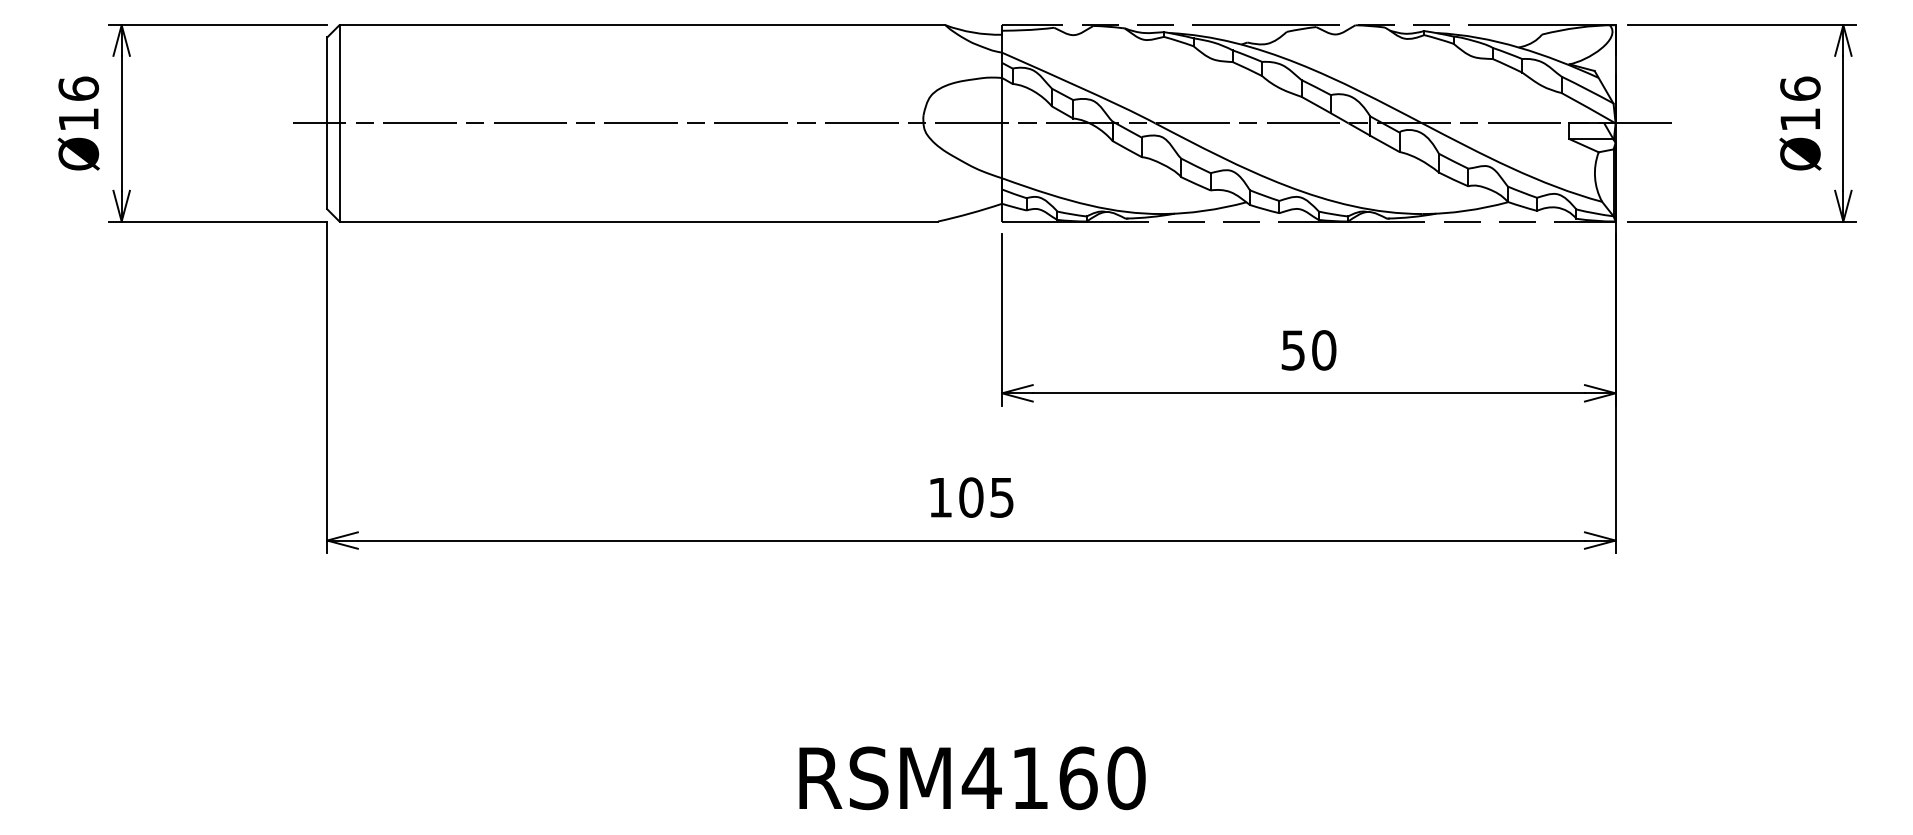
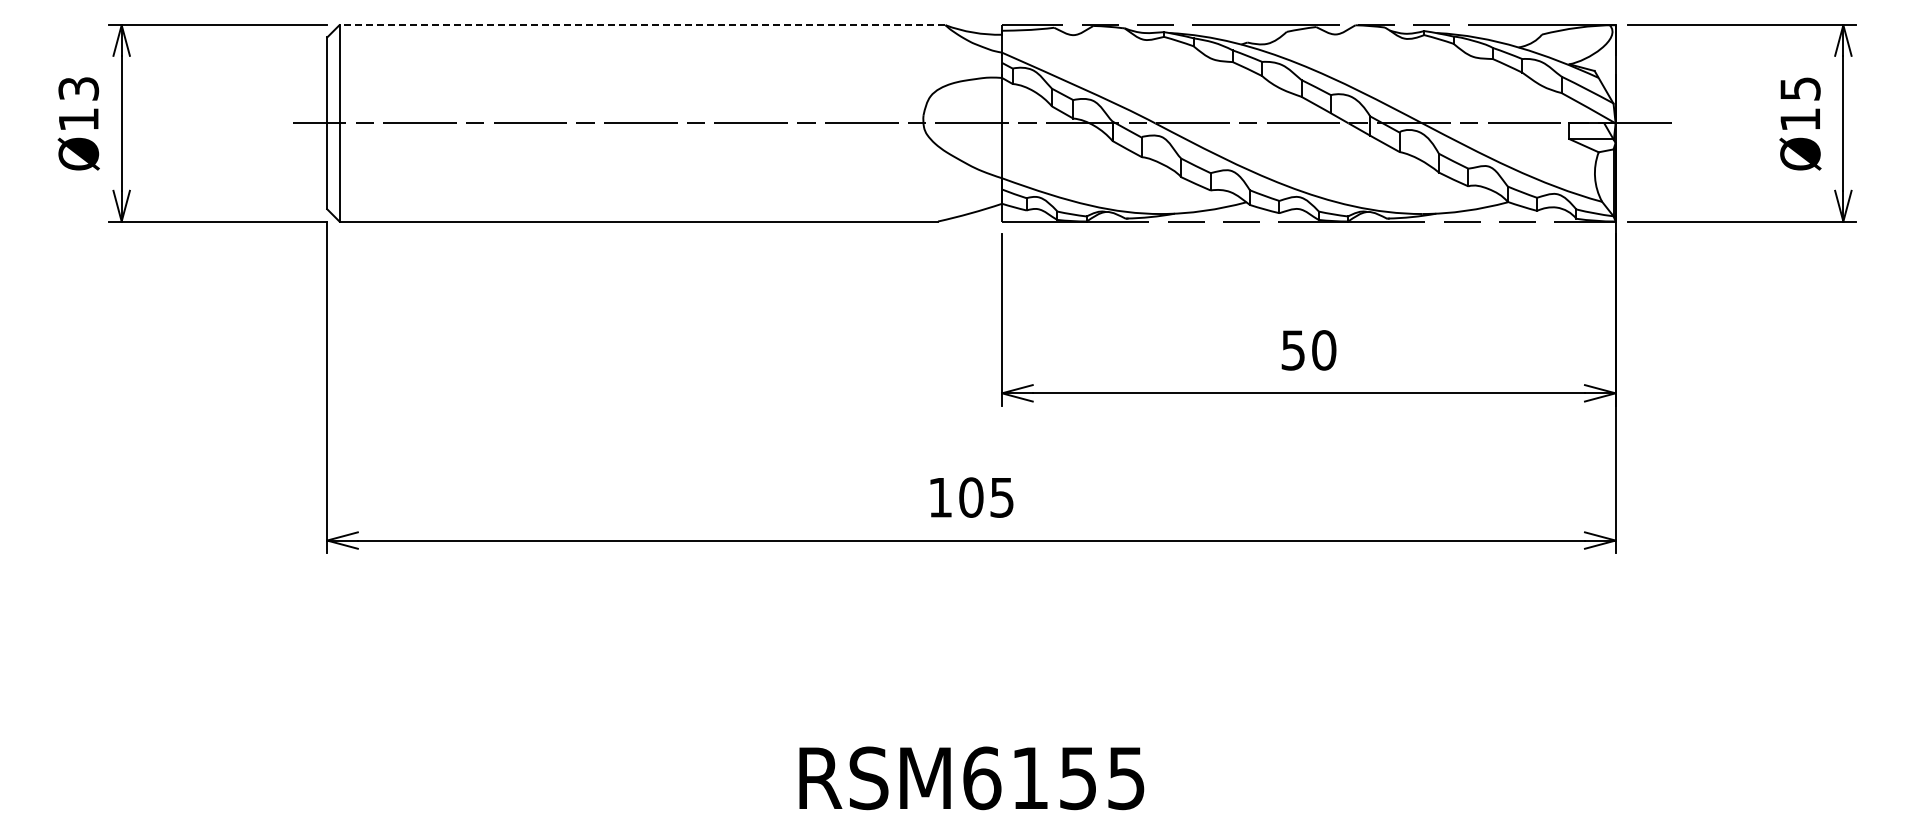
line at (642, 25): solid -> dashed
text at (78, 88): Ø16 -> Ø13
text at (1800, 88): Ø16 -> Ø15
text at (1053, 778): RSM4160 -> RSM6155
